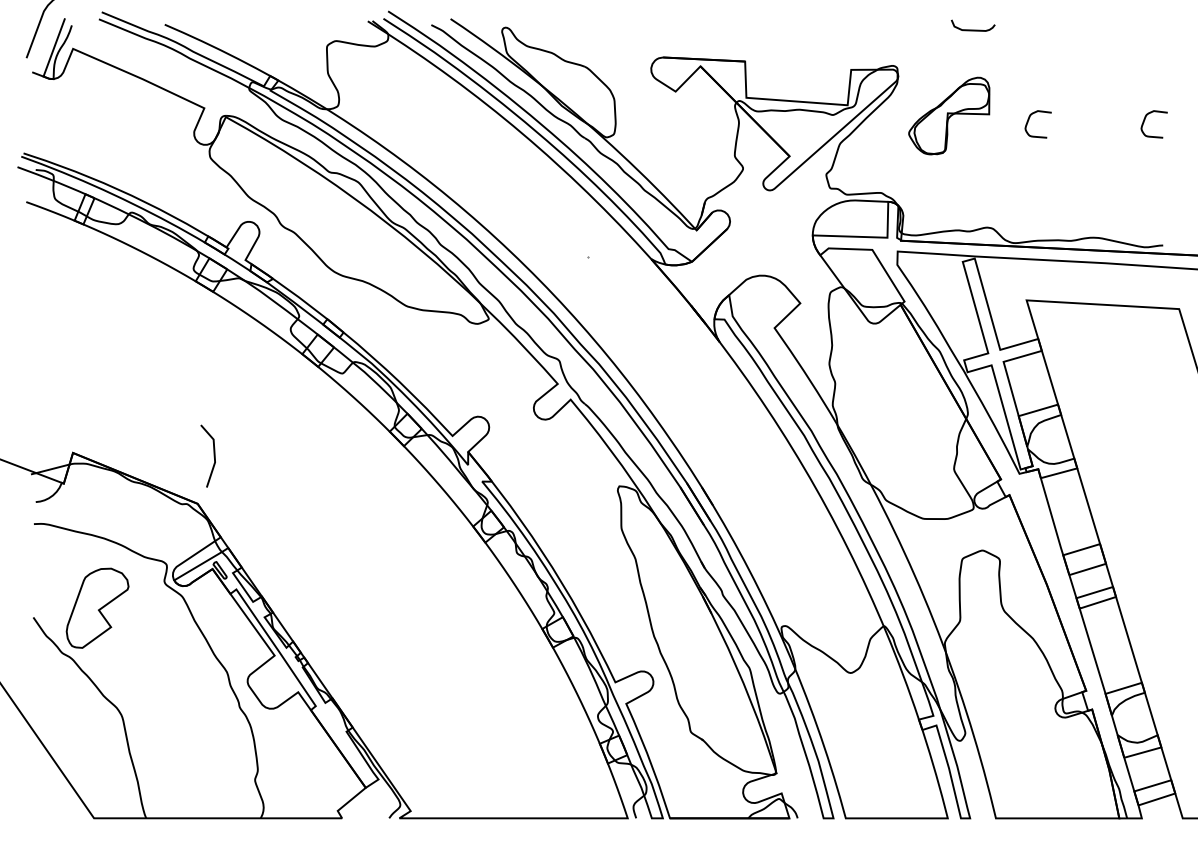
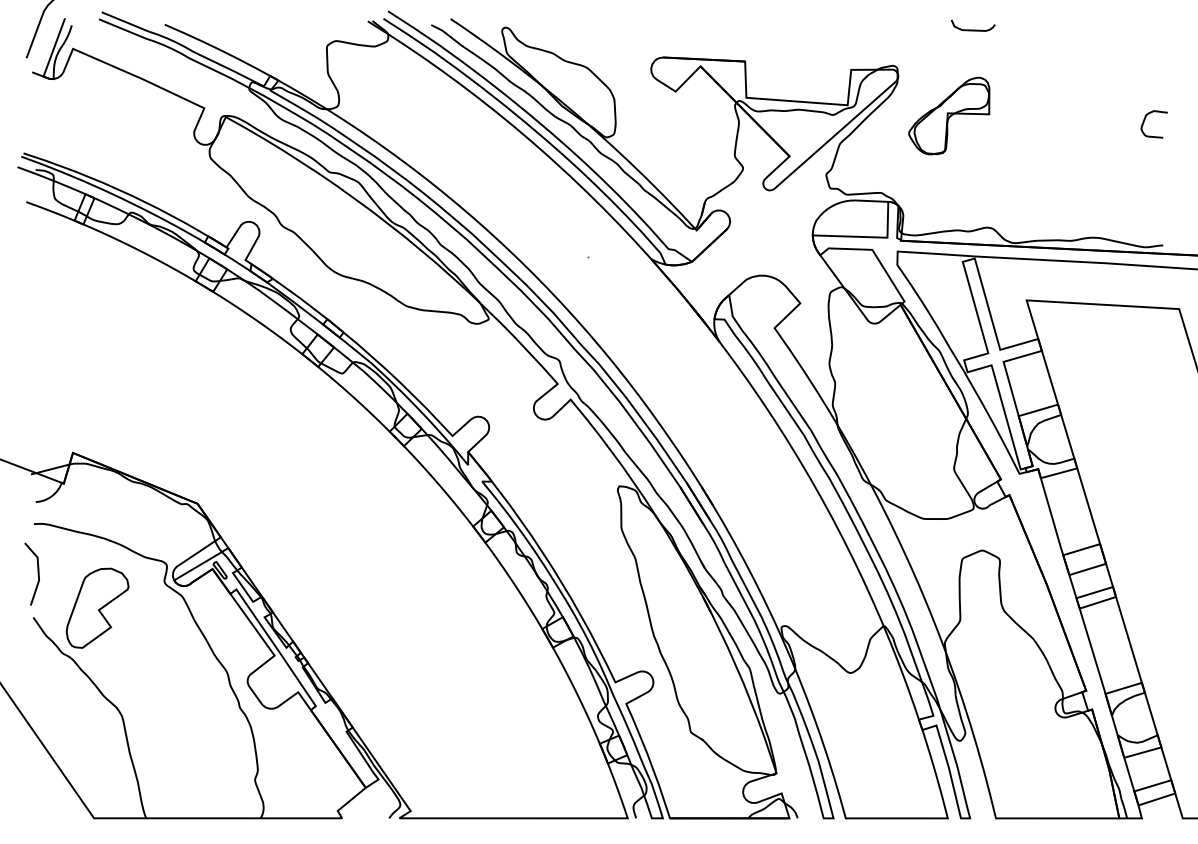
curve at (1029, 120): present -> none
line at (213, 455) position: (213, 455) -> (37, 573)
